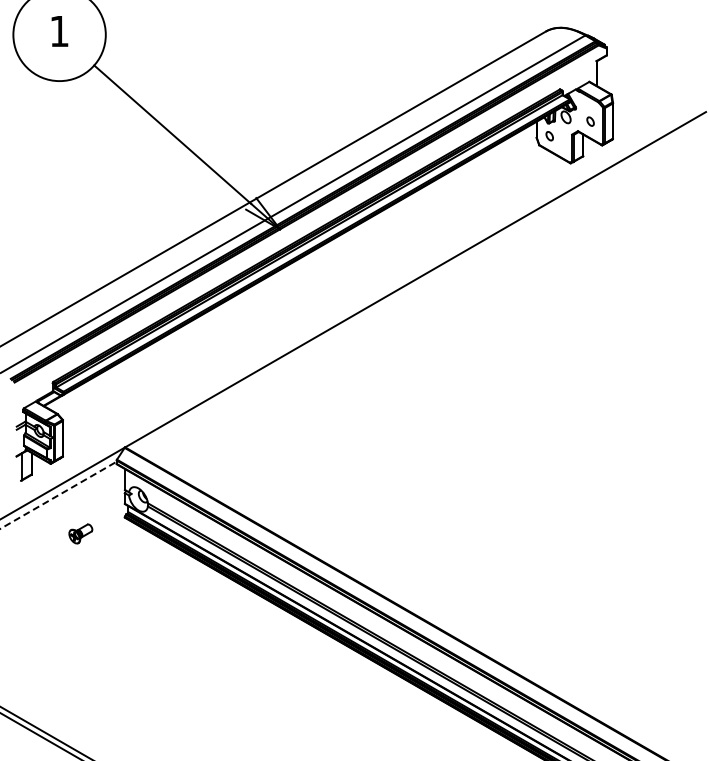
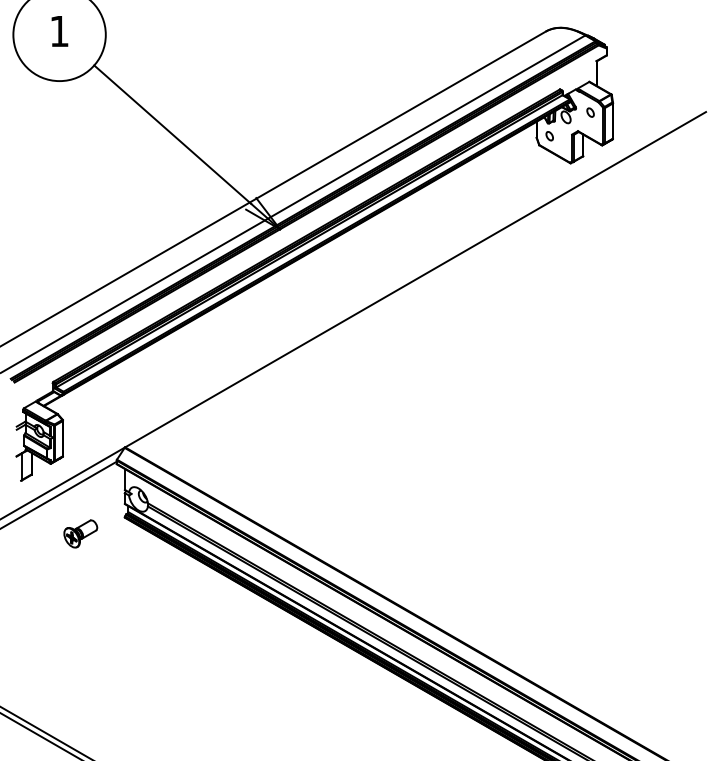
part at (590, 121) position: (590, 121) -> (590, 112)
line at (58, 495): dashed -> solid
part at (80, 533) size: 26x22 px -> 36x30 px
